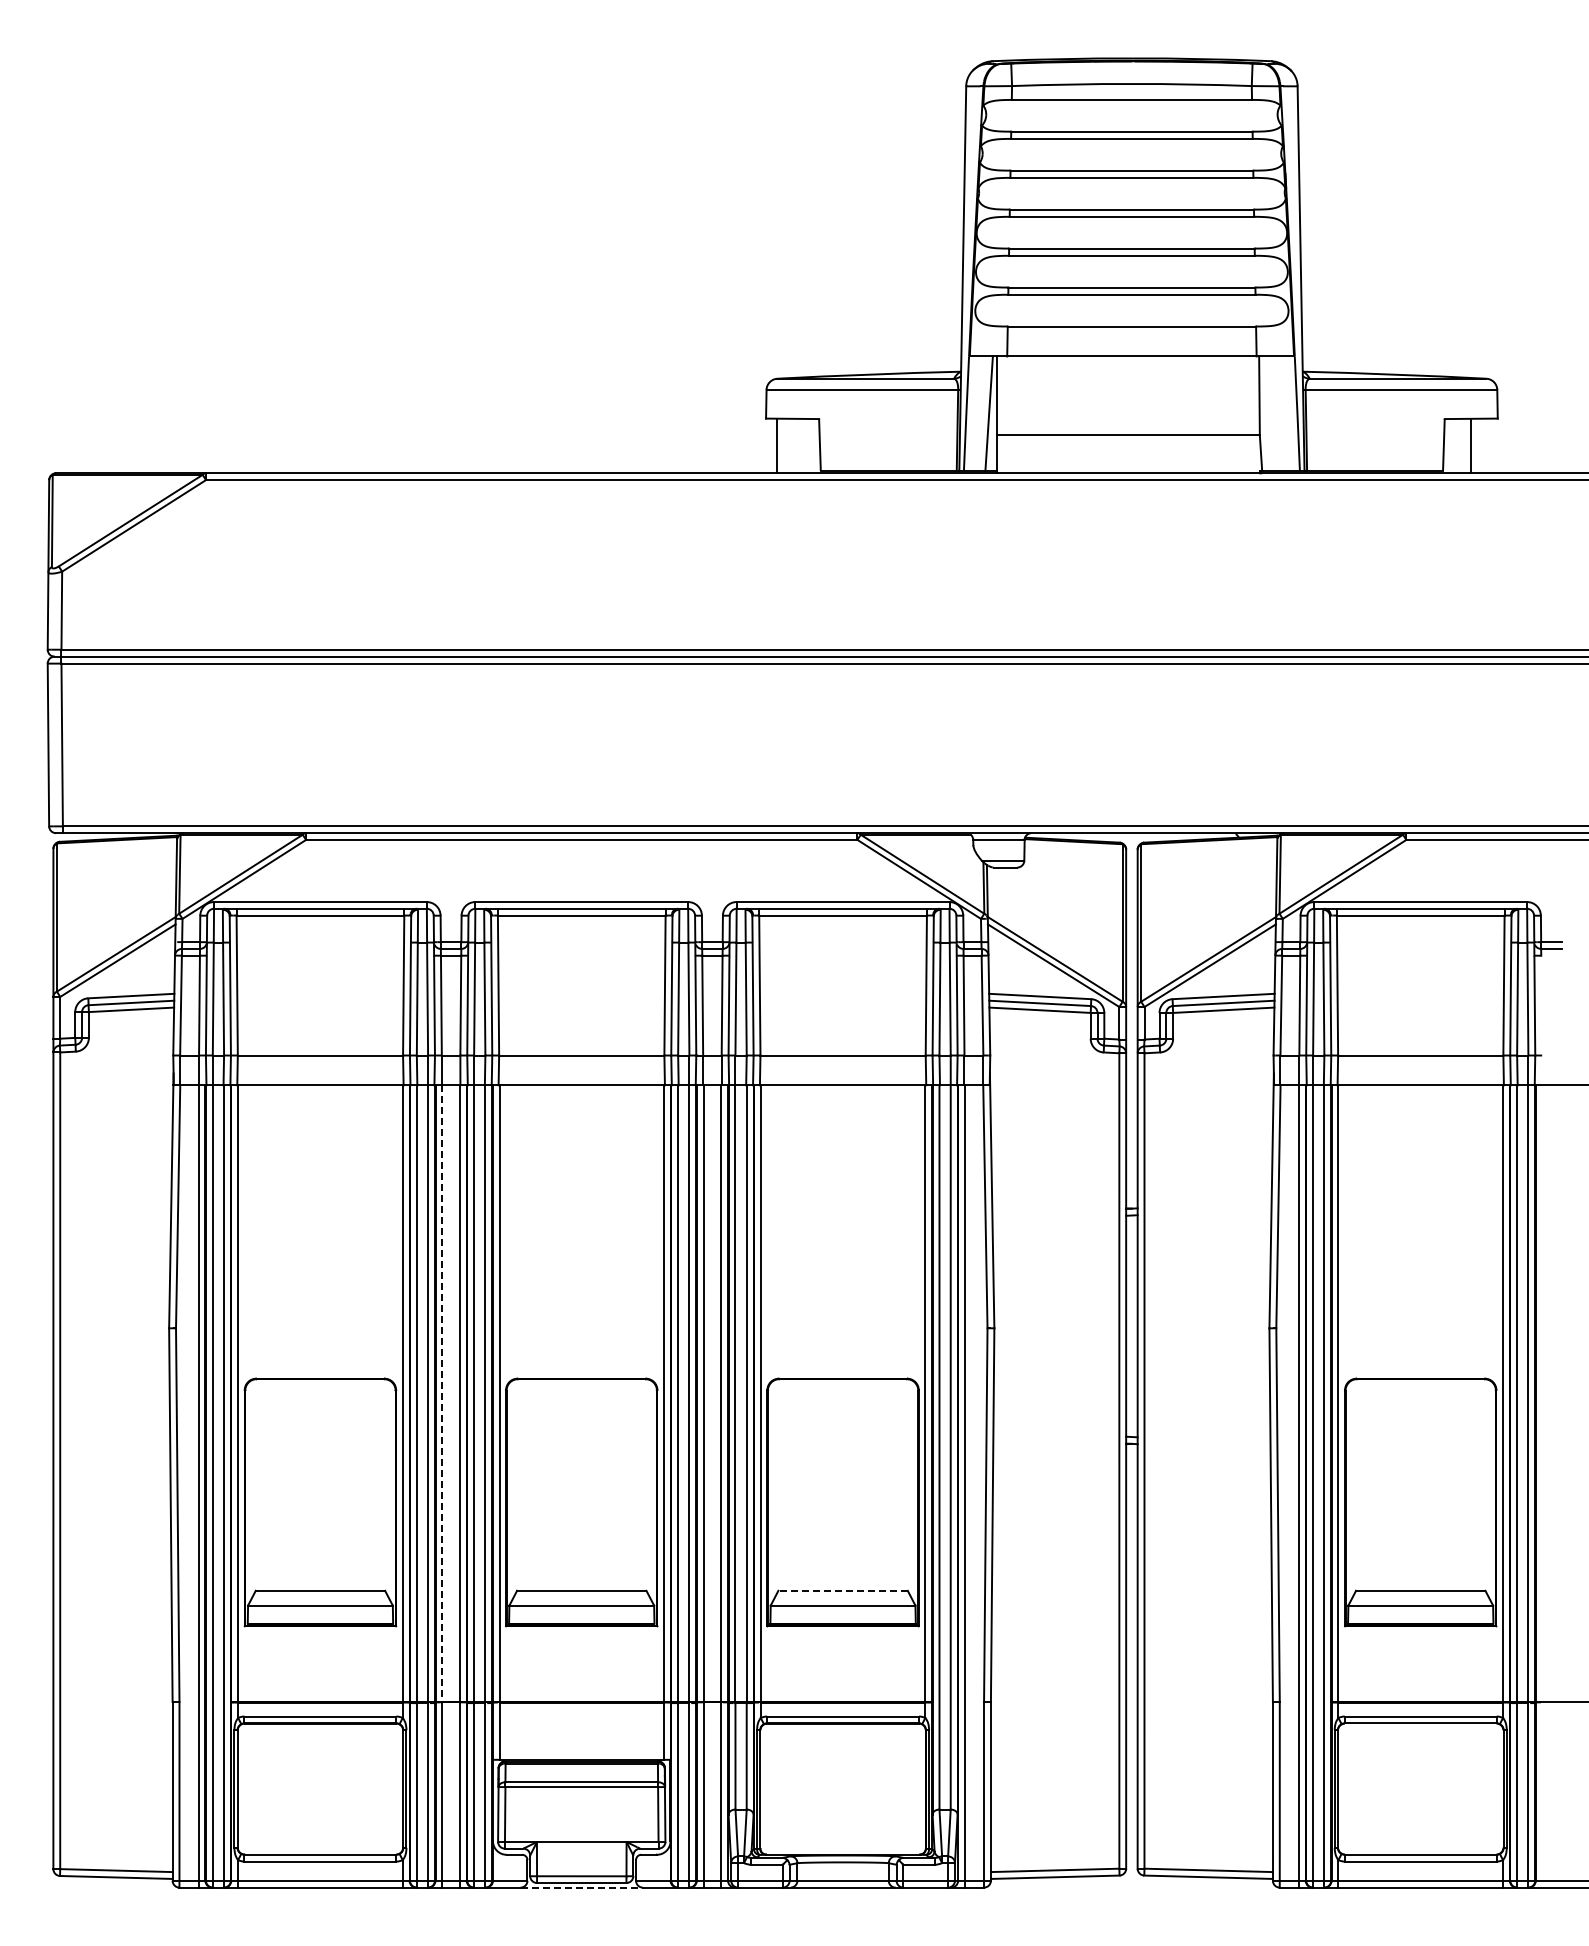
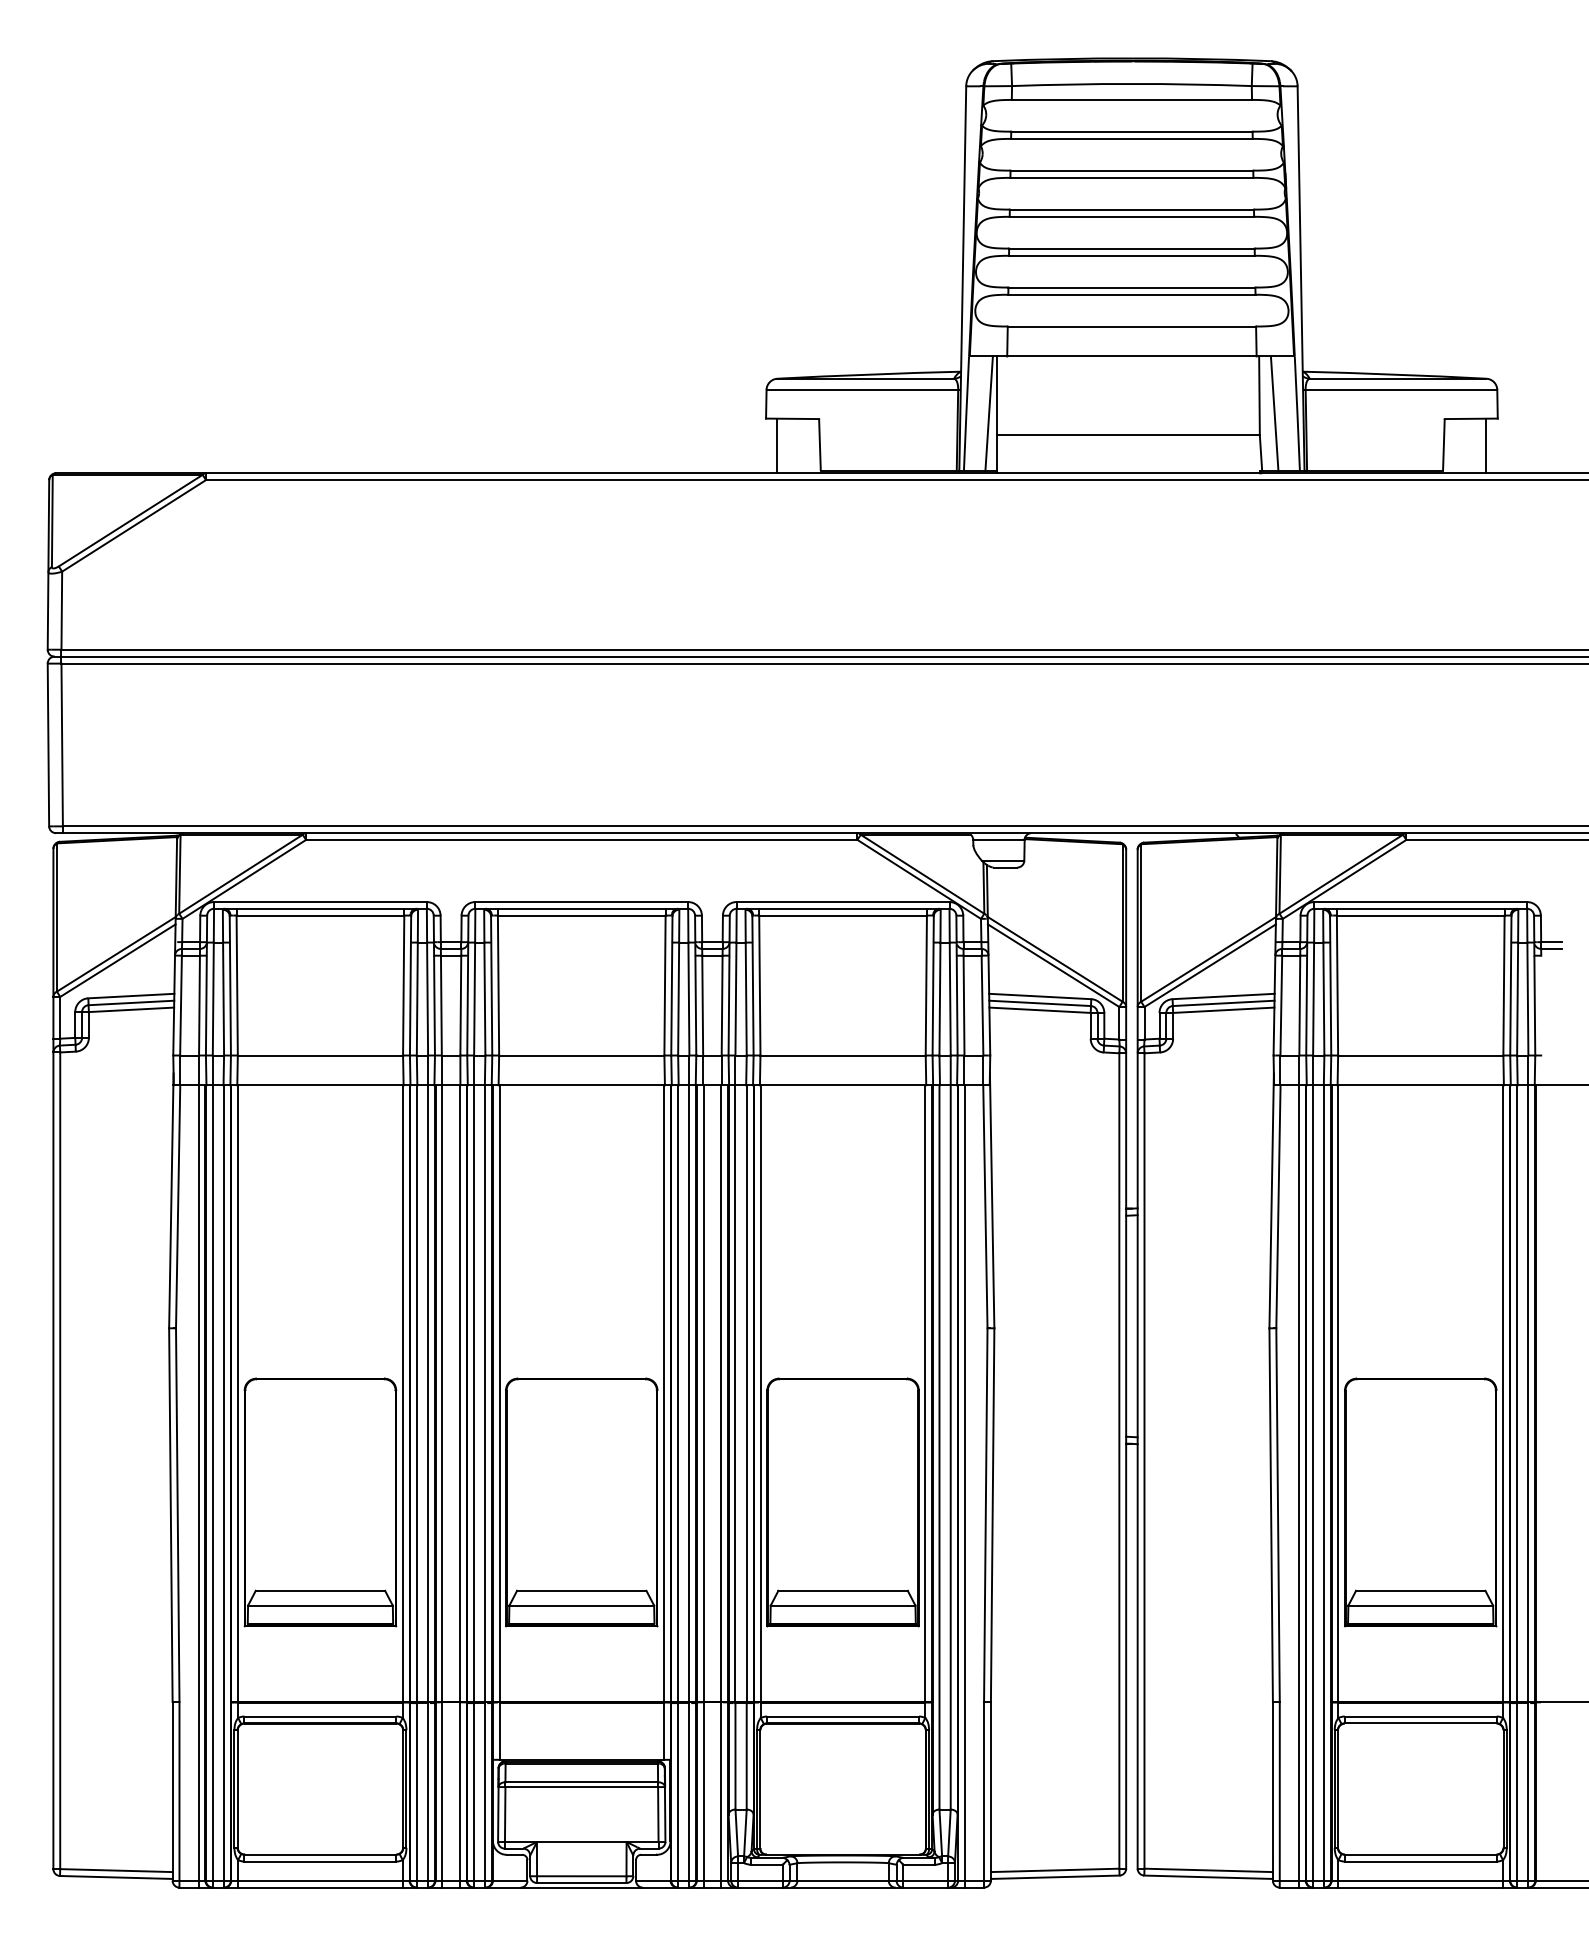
line at (1274, 413): none -> present
line at (1471, 445) position: (1471, 445) -> (1486, 445)
line at (442, 1394): dashed -> solid
line at (843, 1590): dashed -> solid
line at (582, 1887): dashed -> solid
